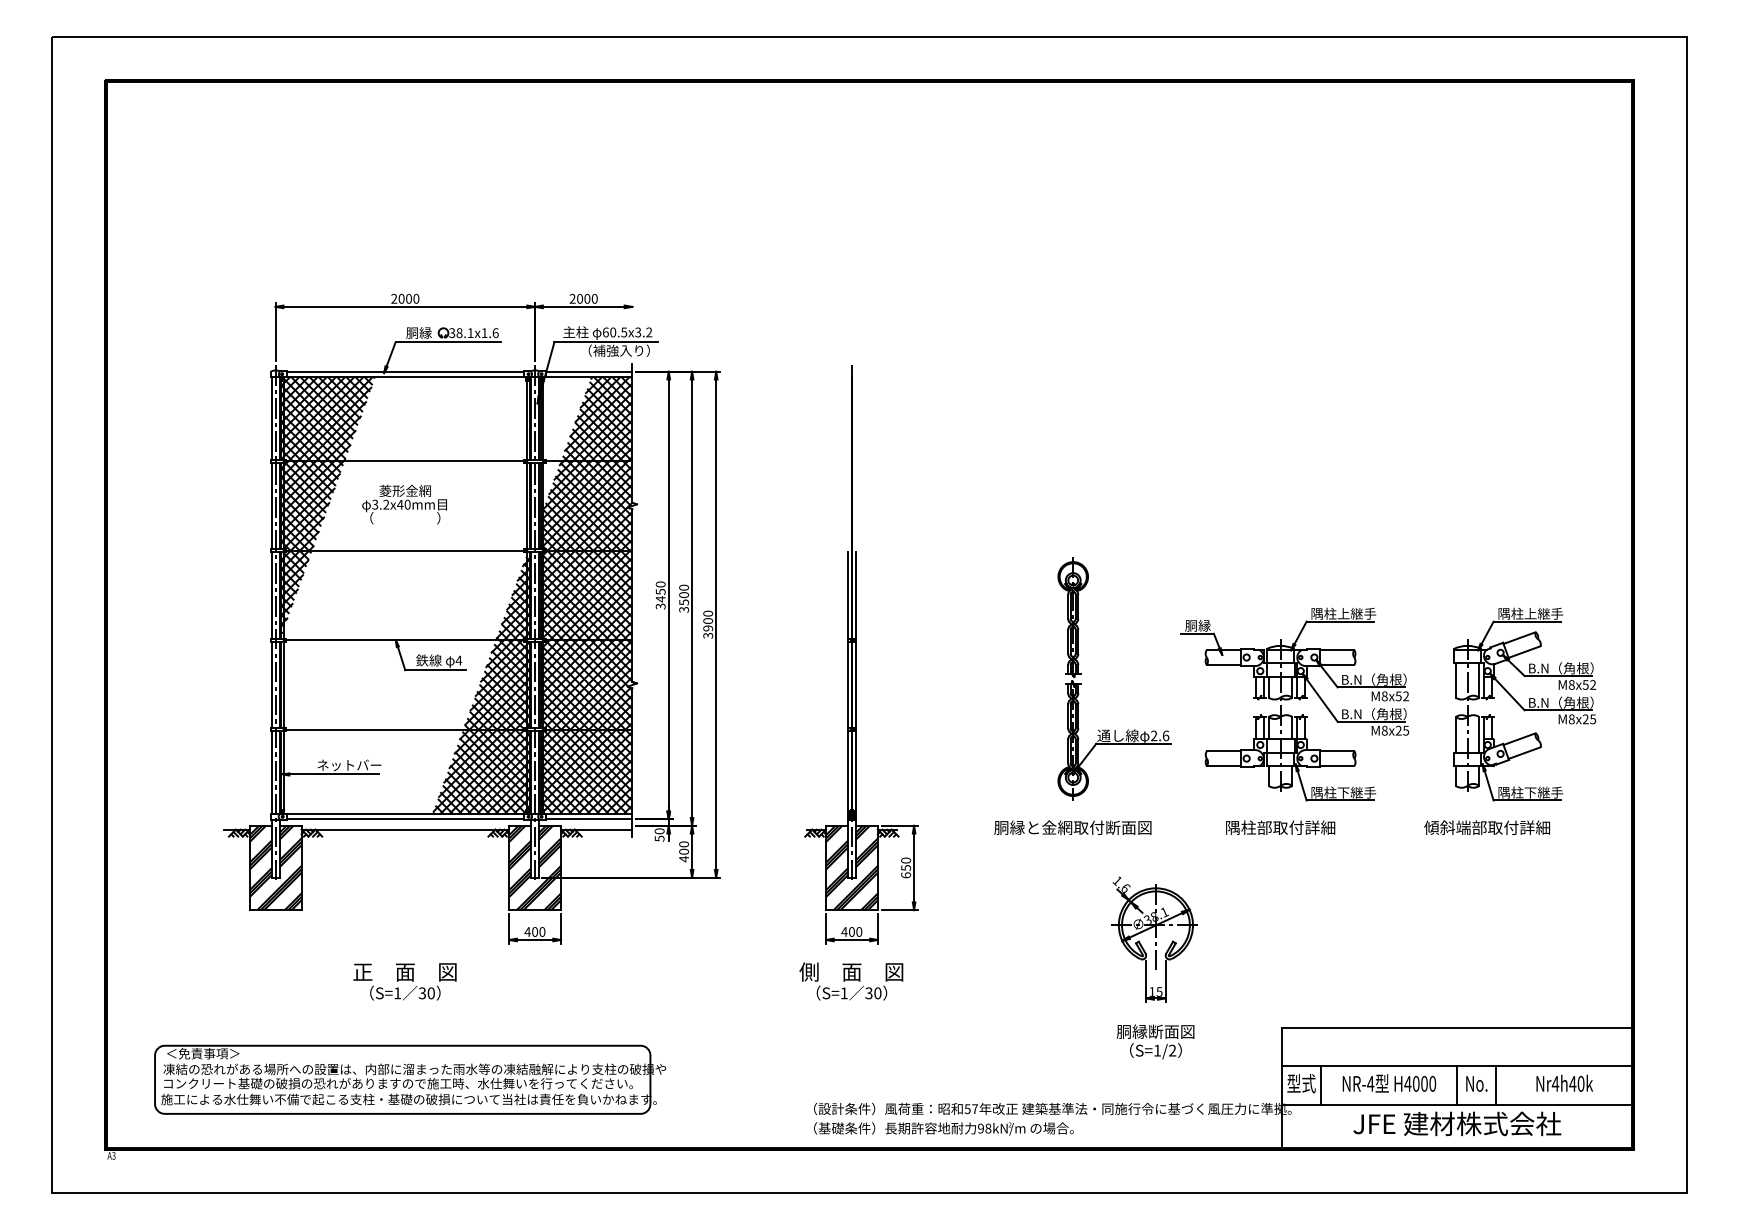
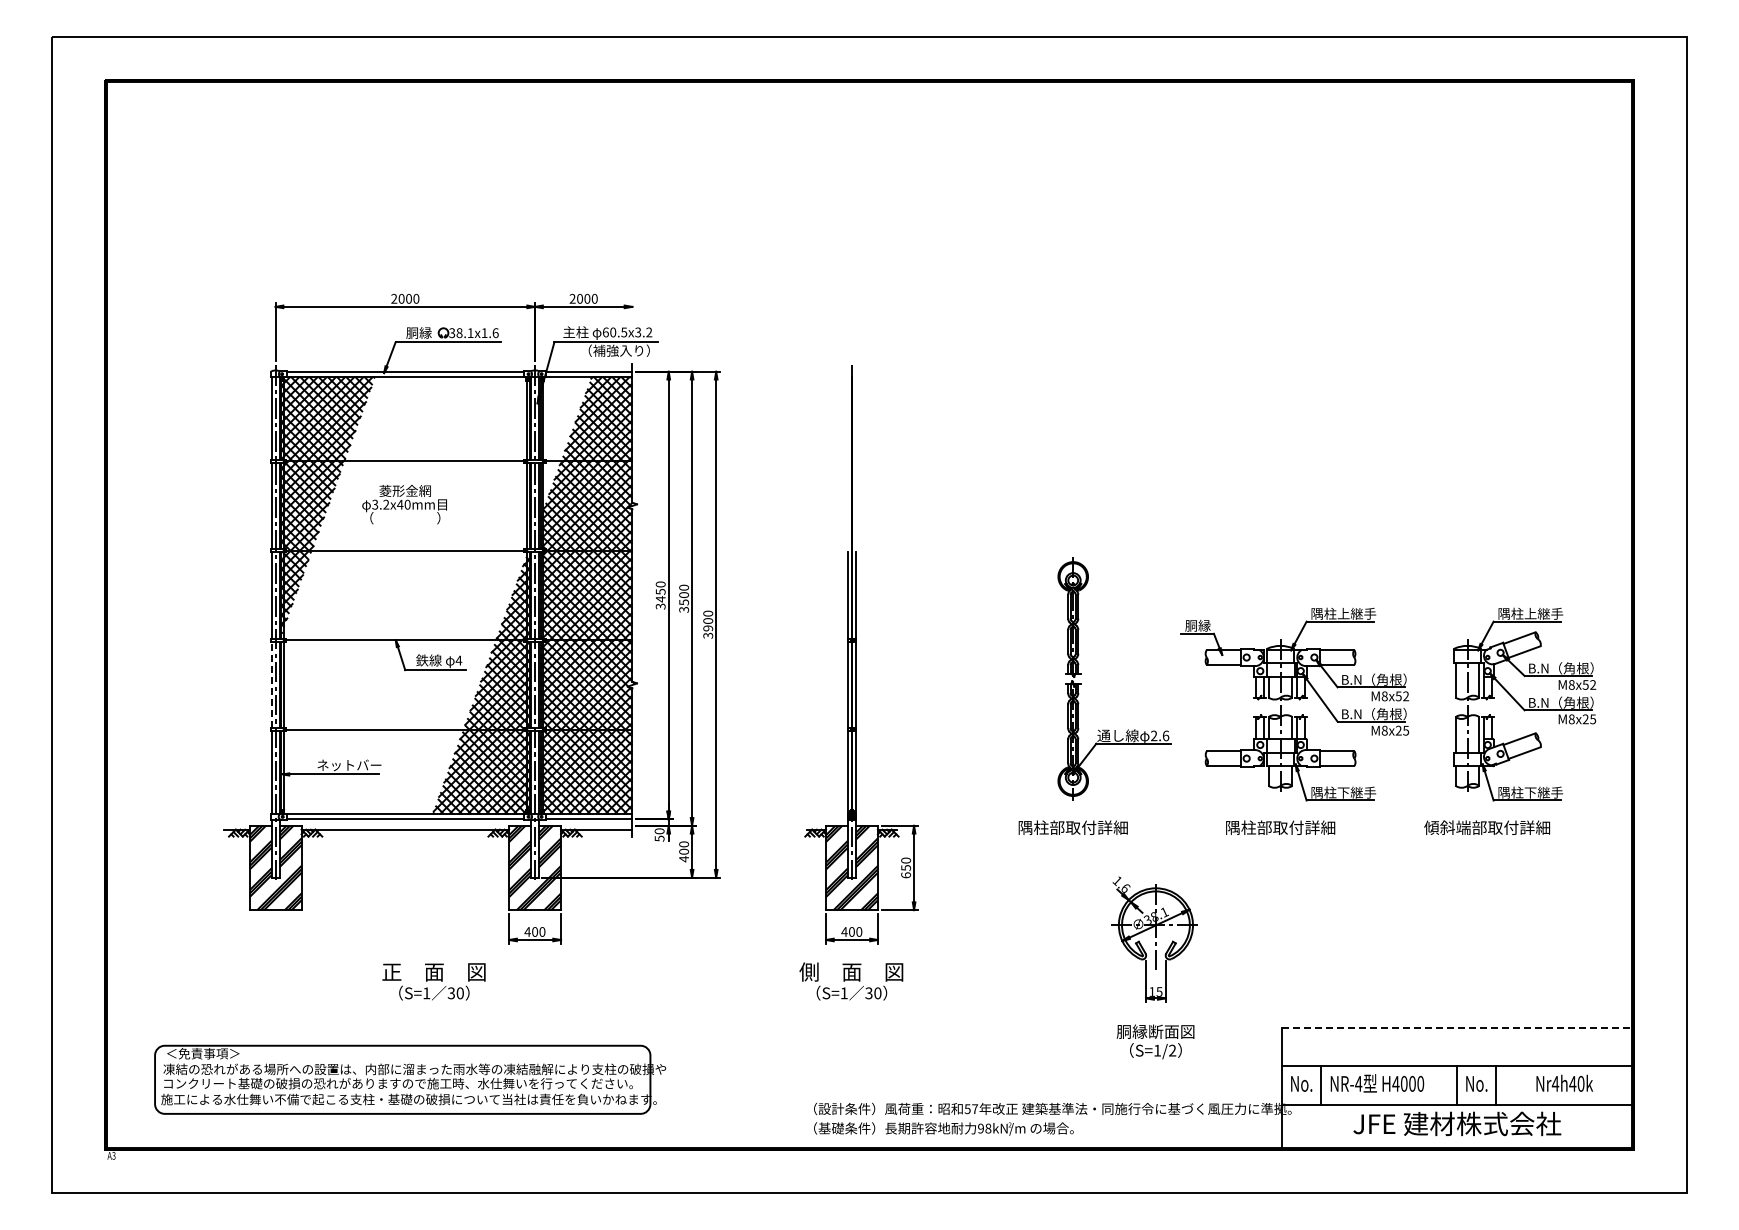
line at (271, 684): solid -> dashed
text at (1072, 827): 胴縁と金網取付断面図 -> 隅柱部取付詳細
text at (404, 981) position: (404, 981) -> (433, 981)
line at (1457, 1027): solid -> dashed
text at (1301, 1083): 型式 -> No.
text at (1389, 1083) position: (1389, 1083) -> (1377, 1083)
